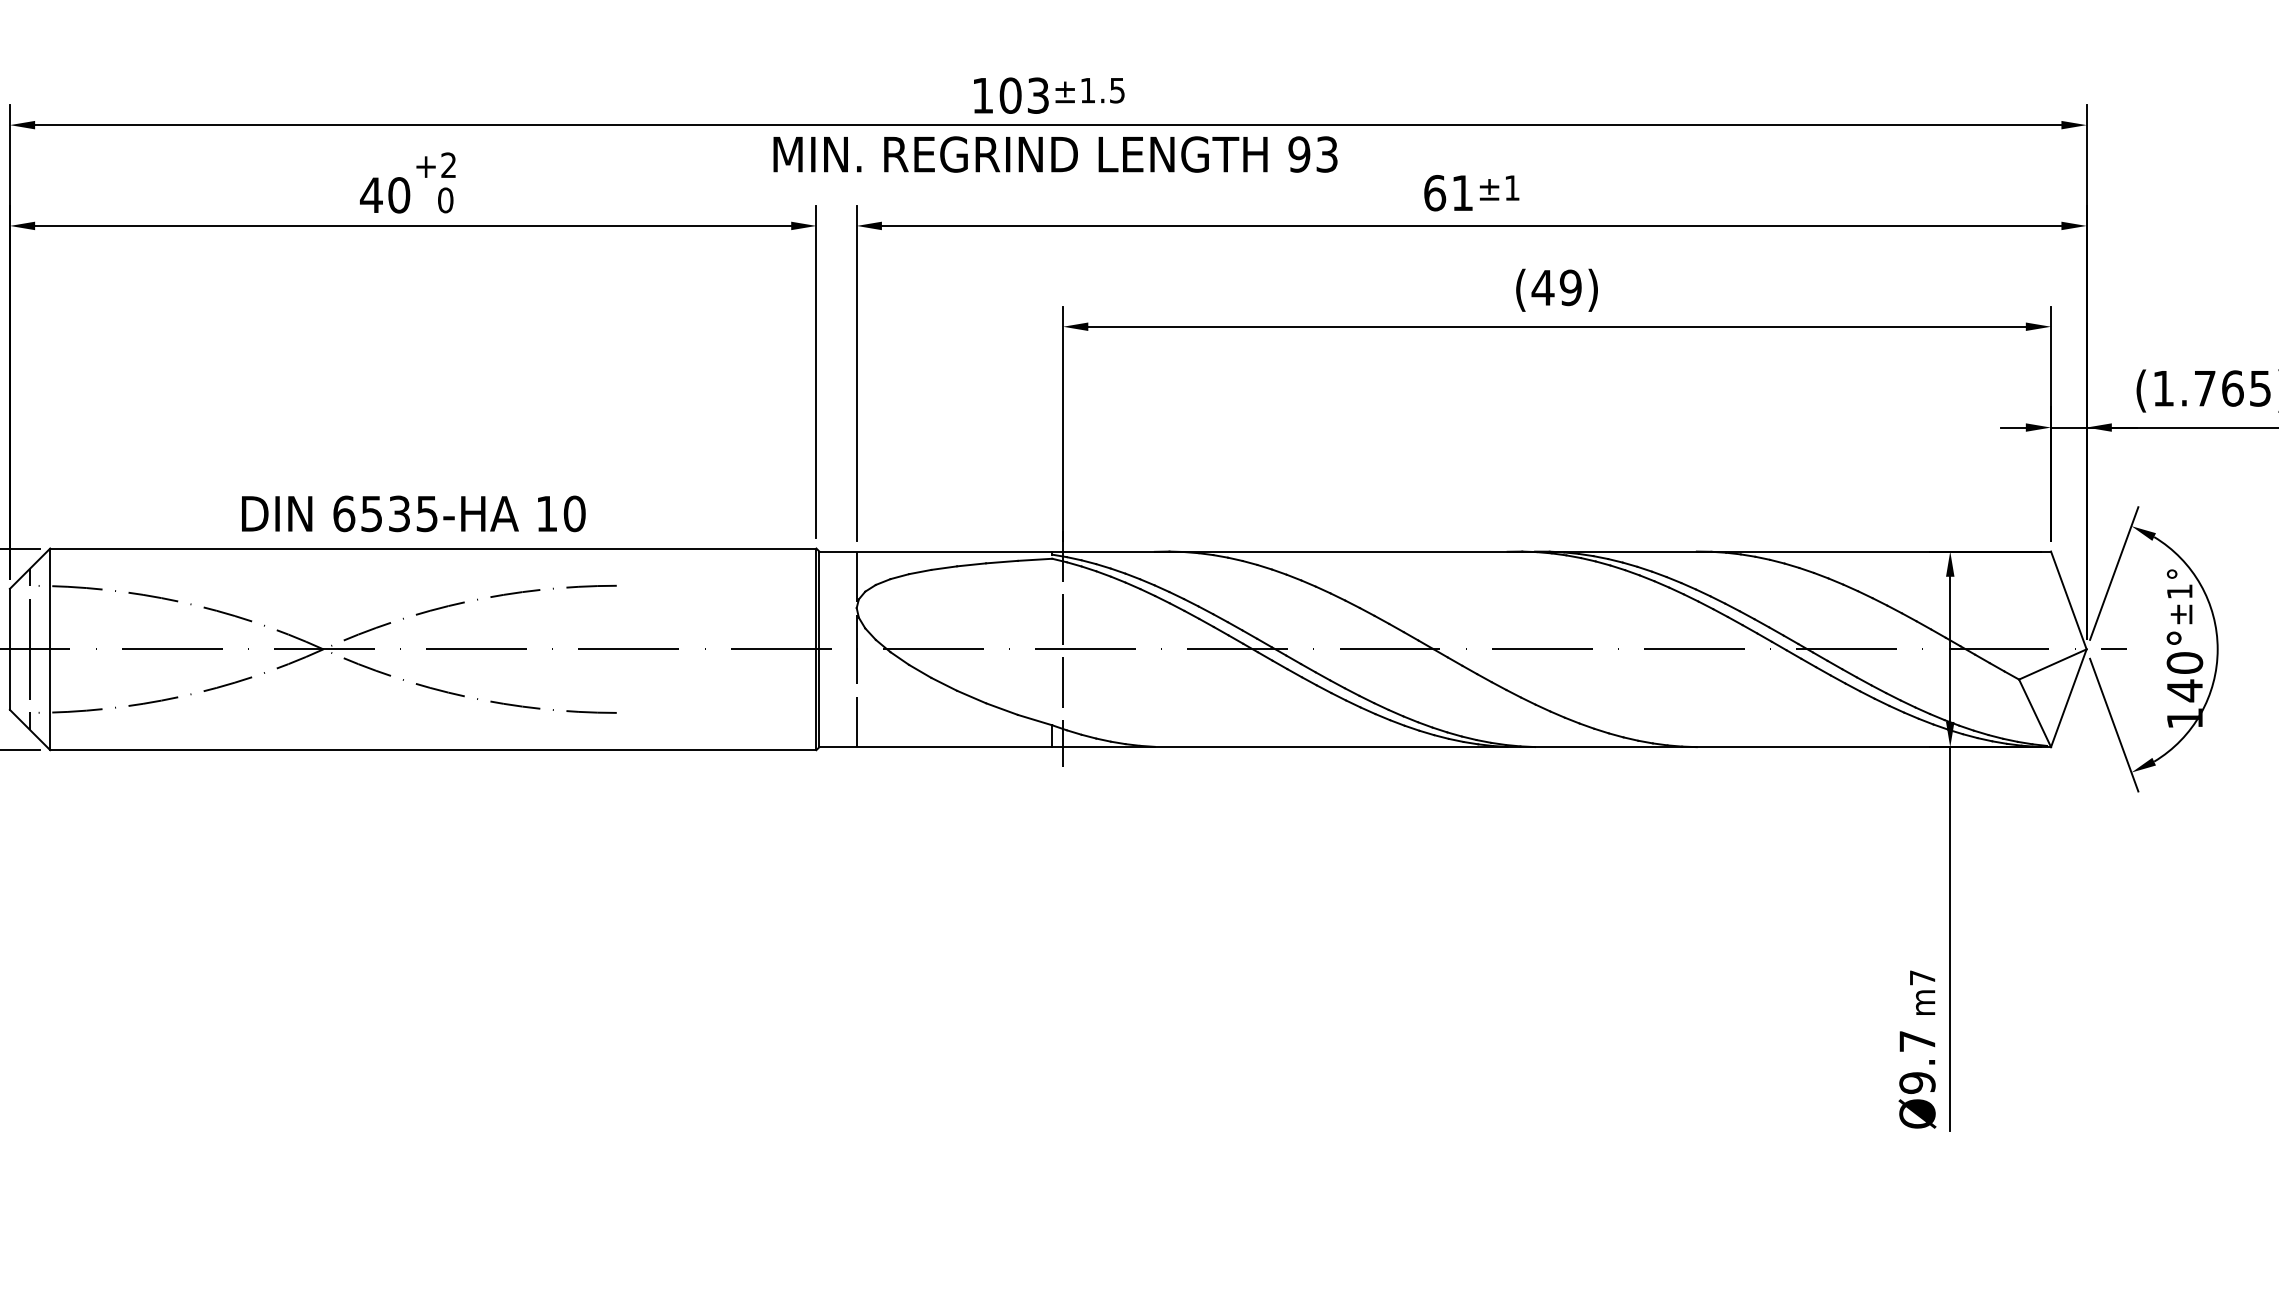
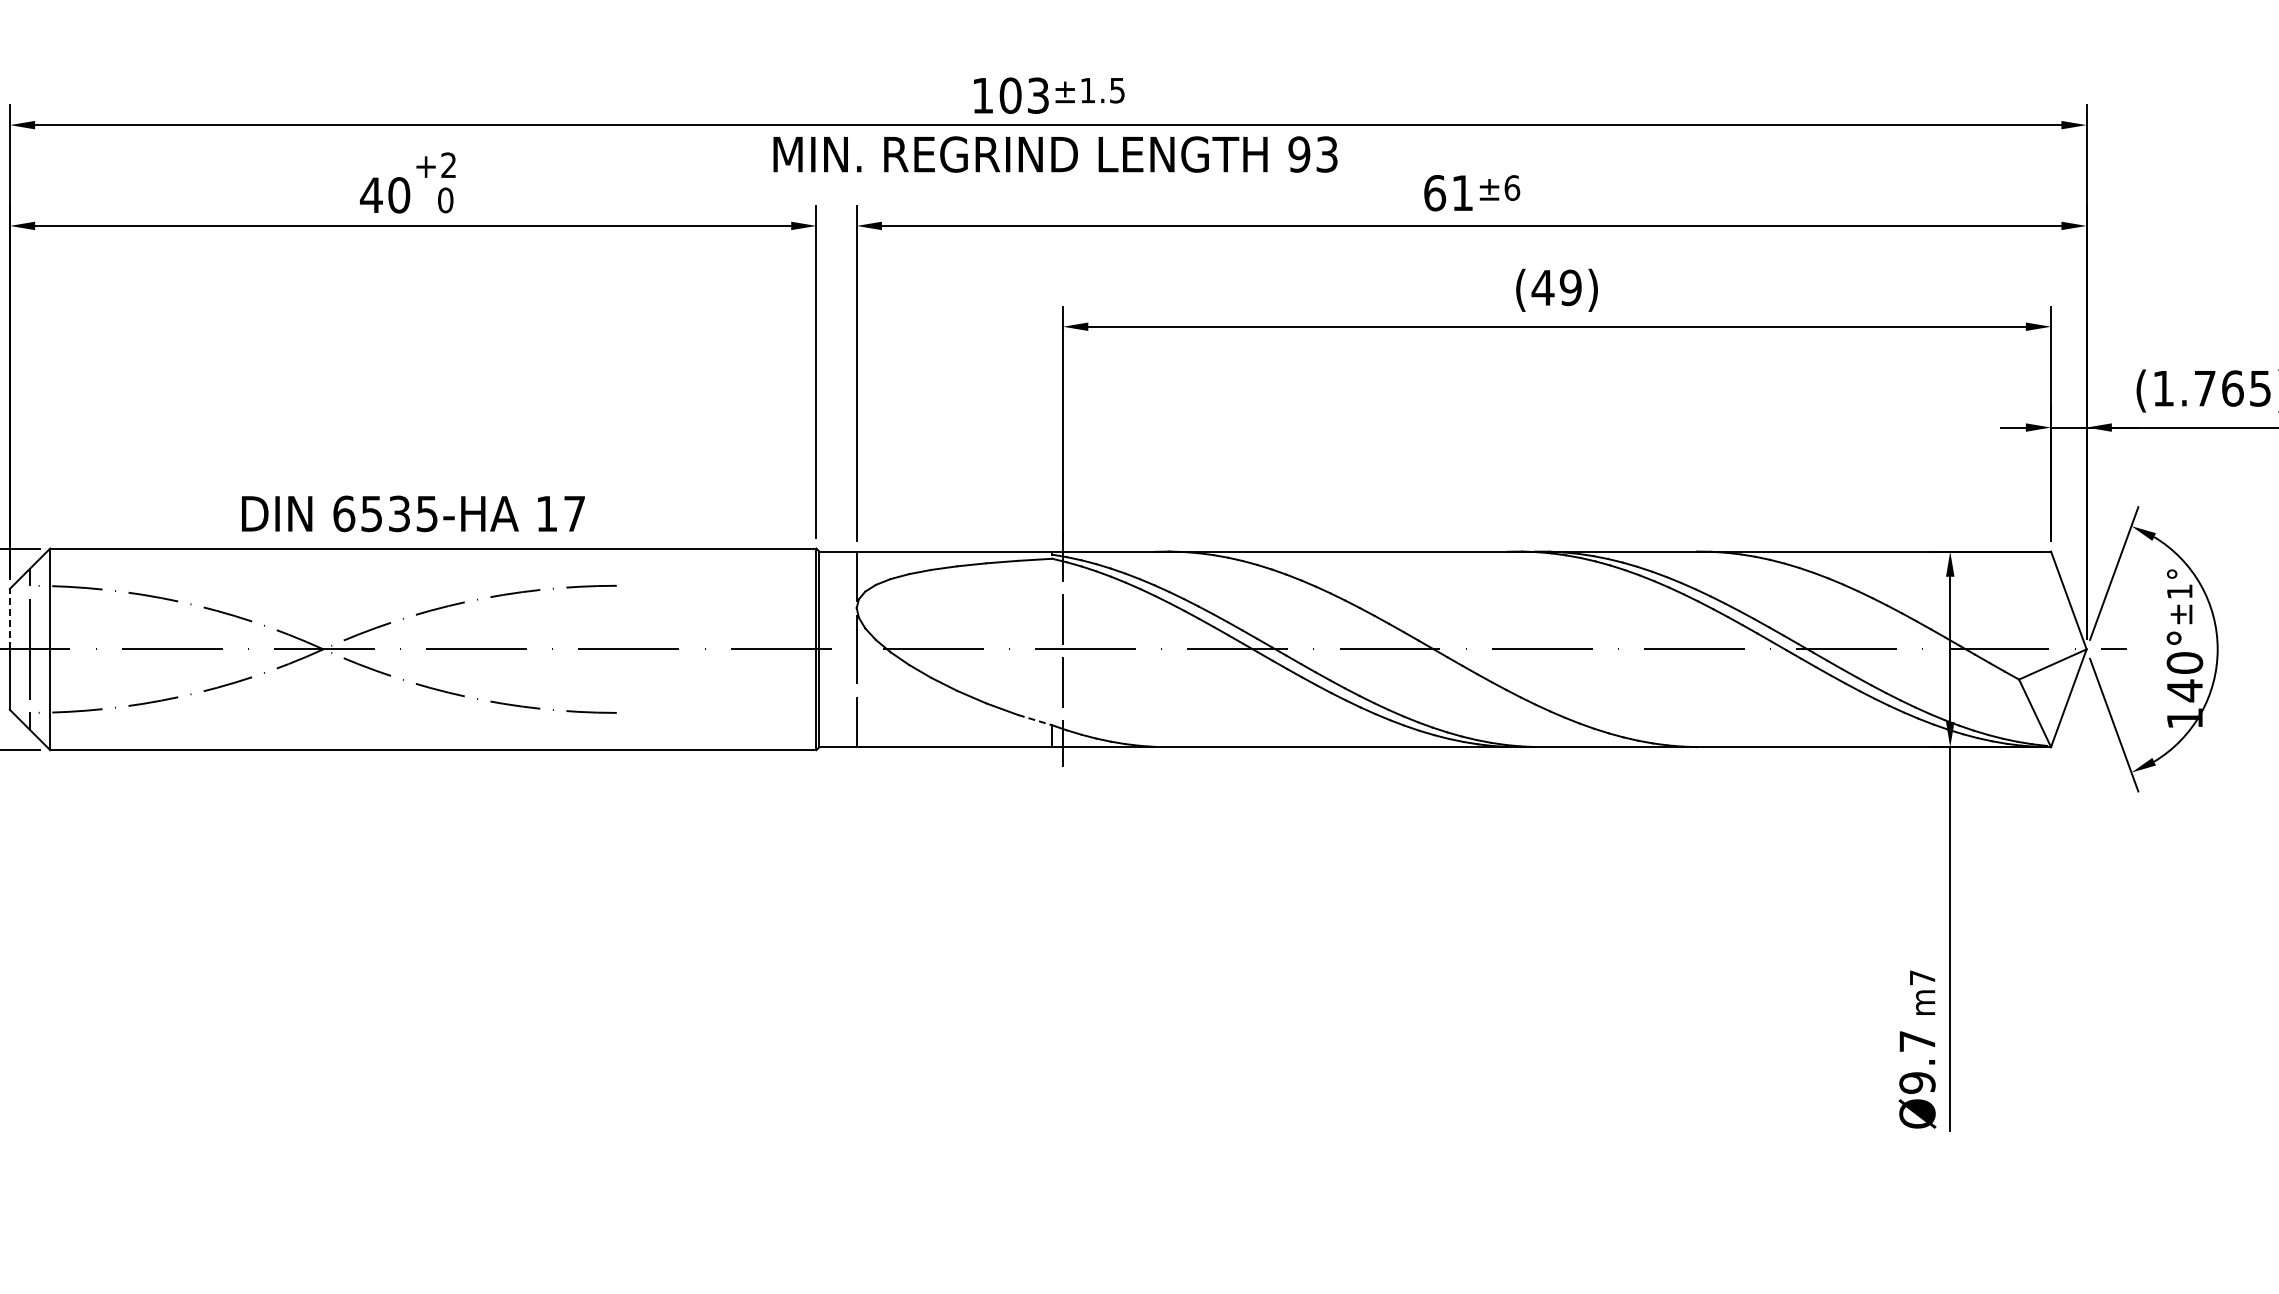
text at (1512, 187): ±1 -> ±6
text at (574, 513): 10 -> 17
line at (9, 618): solid -> dashed
line at (1035, 720): solid -> dashed
